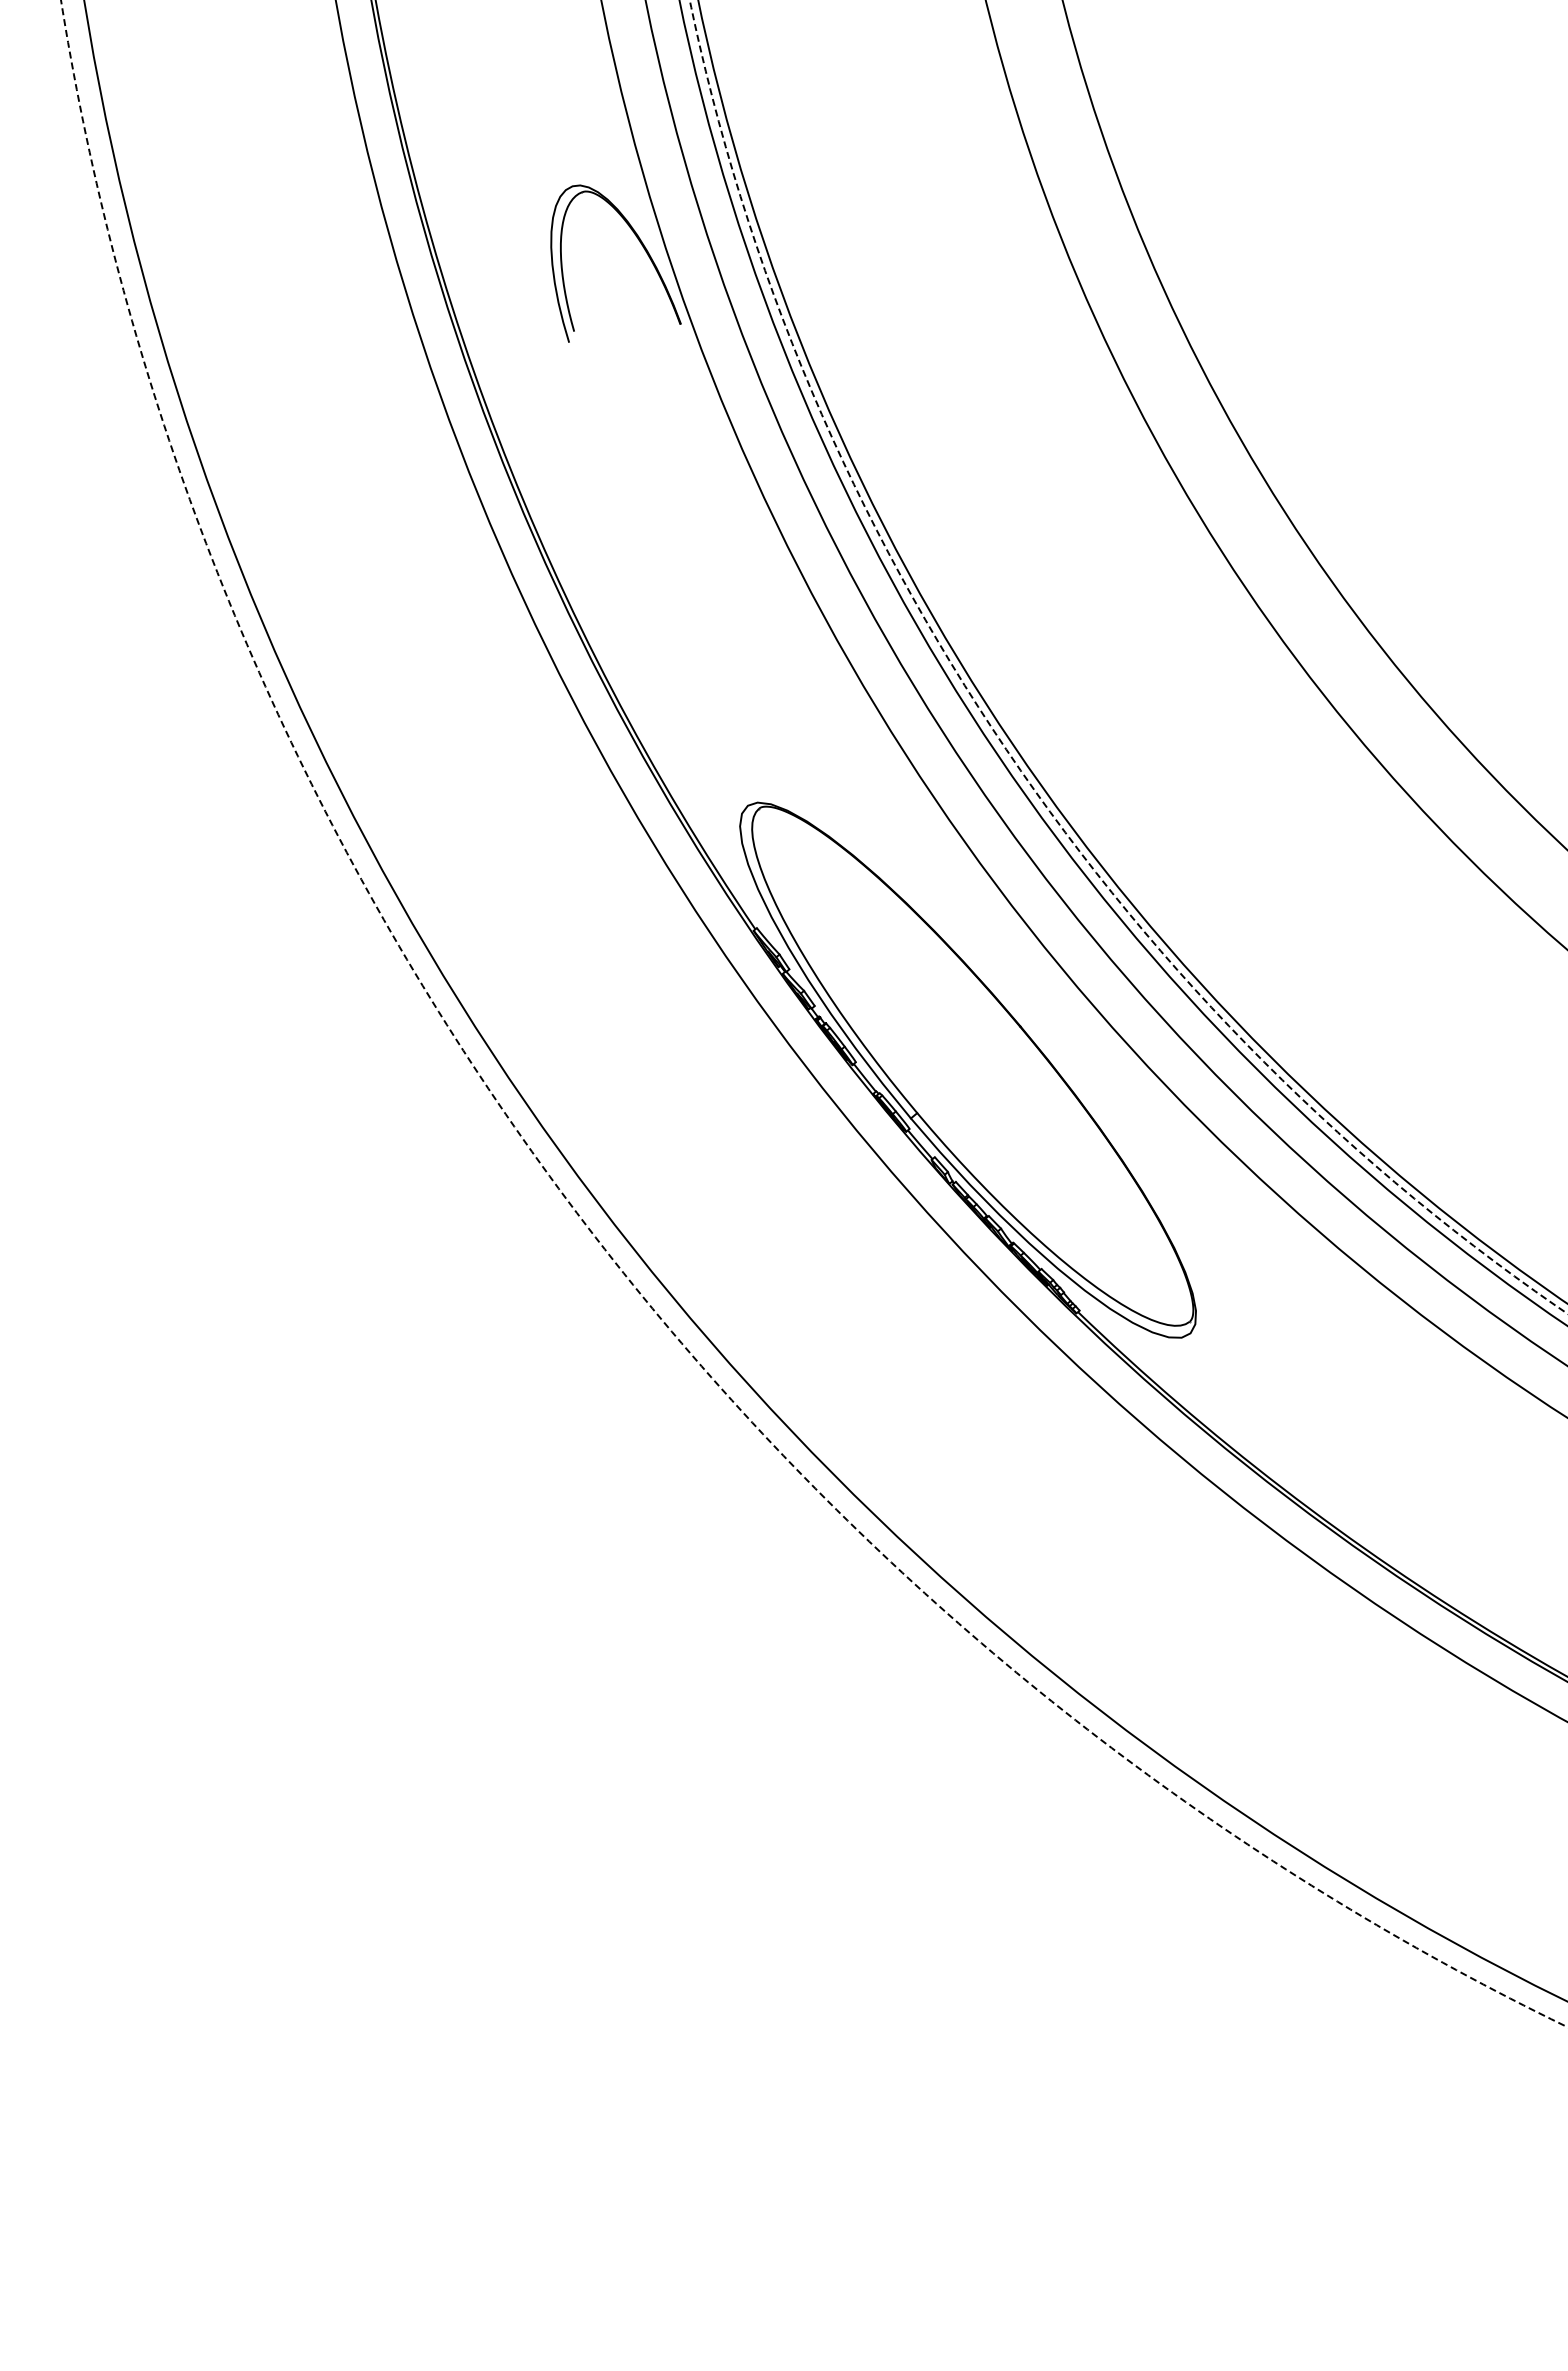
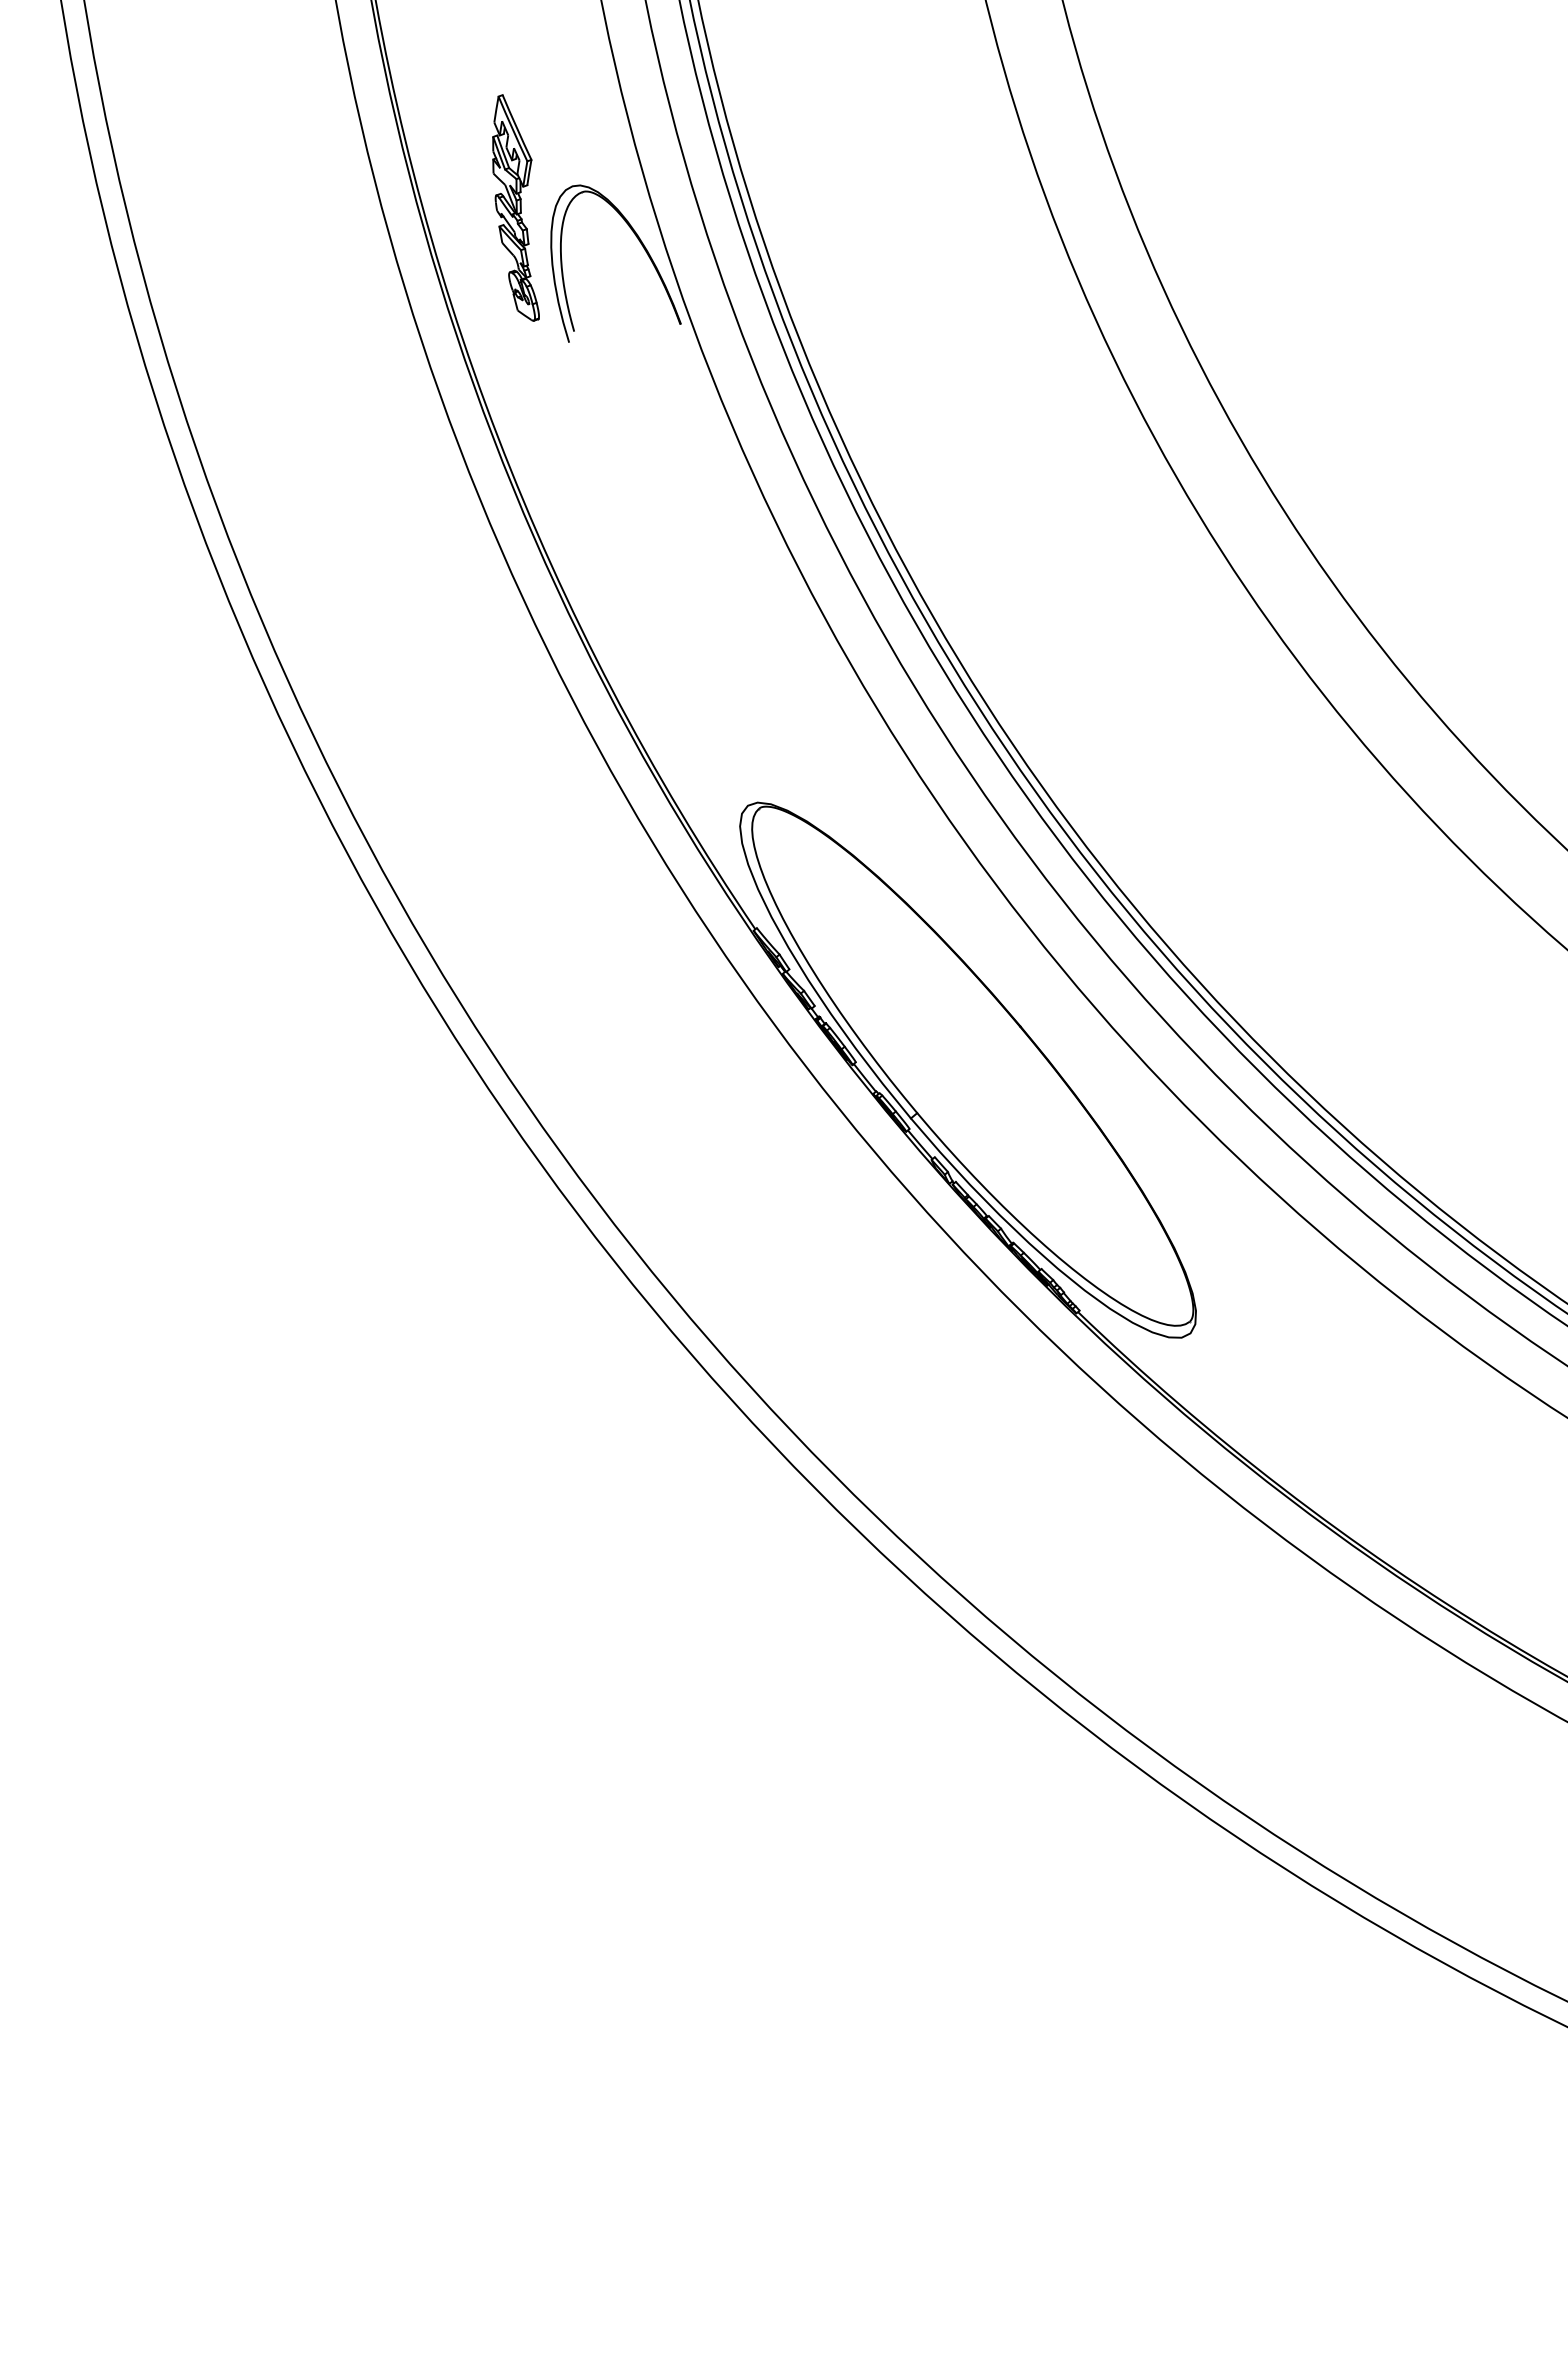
part at (515, 207): none -> present
circle at (1128, 656): dashed -> solid
arc at (564, 1196): dashed -> solid
